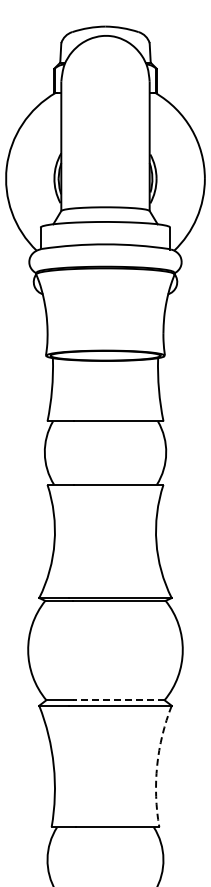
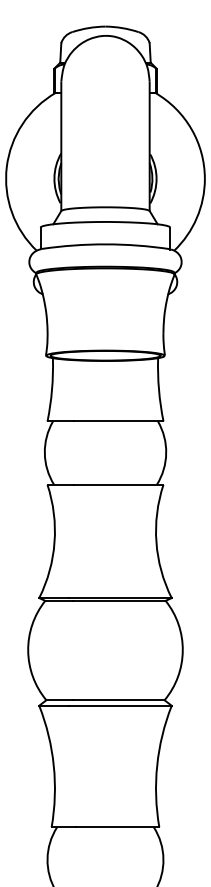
line at (118, 700): dashed -> solid
arc at (157, 765): dashed -> solid
